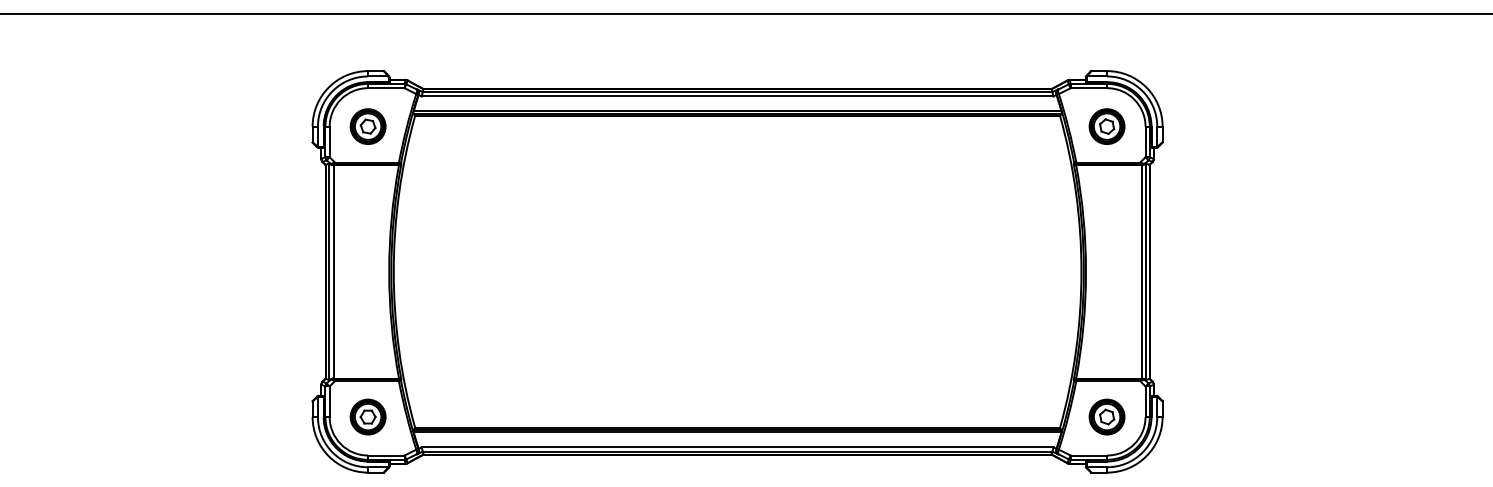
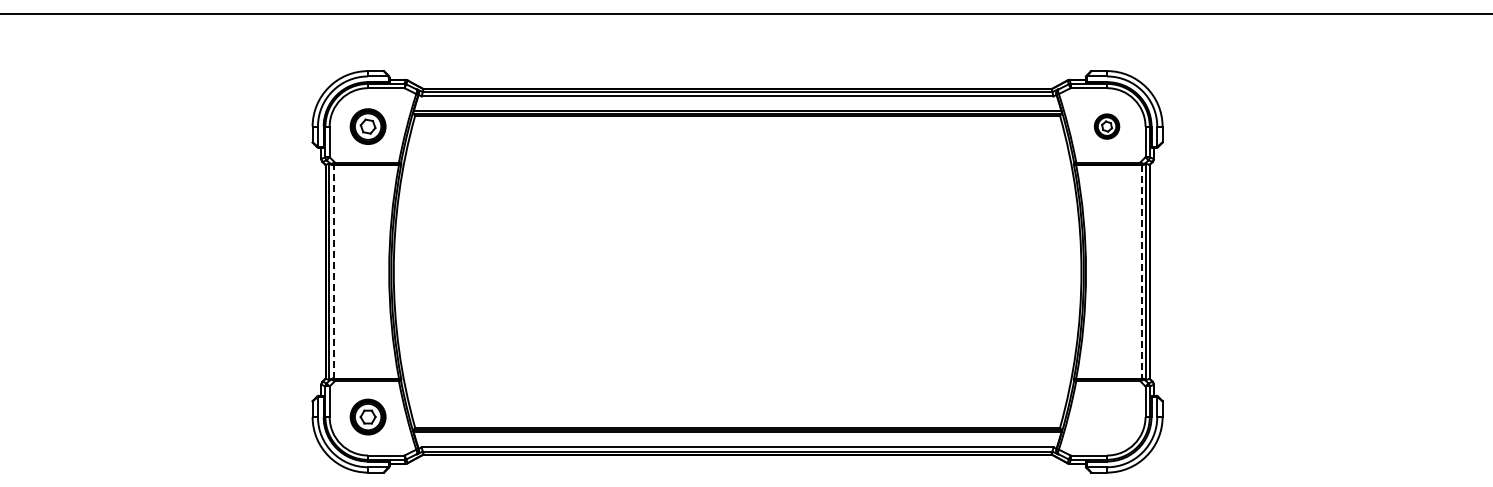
part at (1106, 126) size: 38x37 px -> 27x27 px
line at (333, 271): solid -> dashed
line at (1141, 271): solid -> dashed
part at (1106, 416): present -> none
